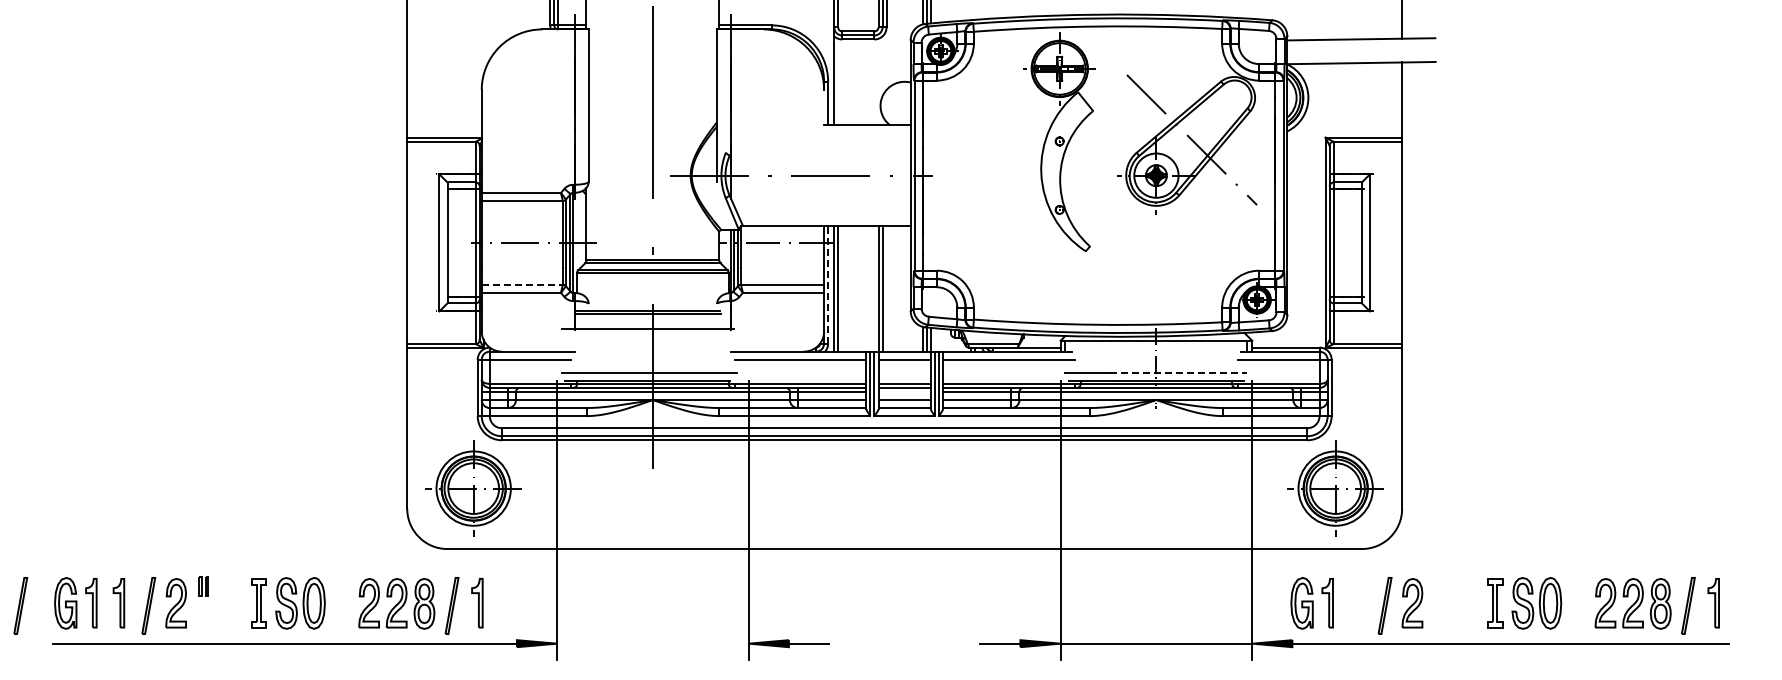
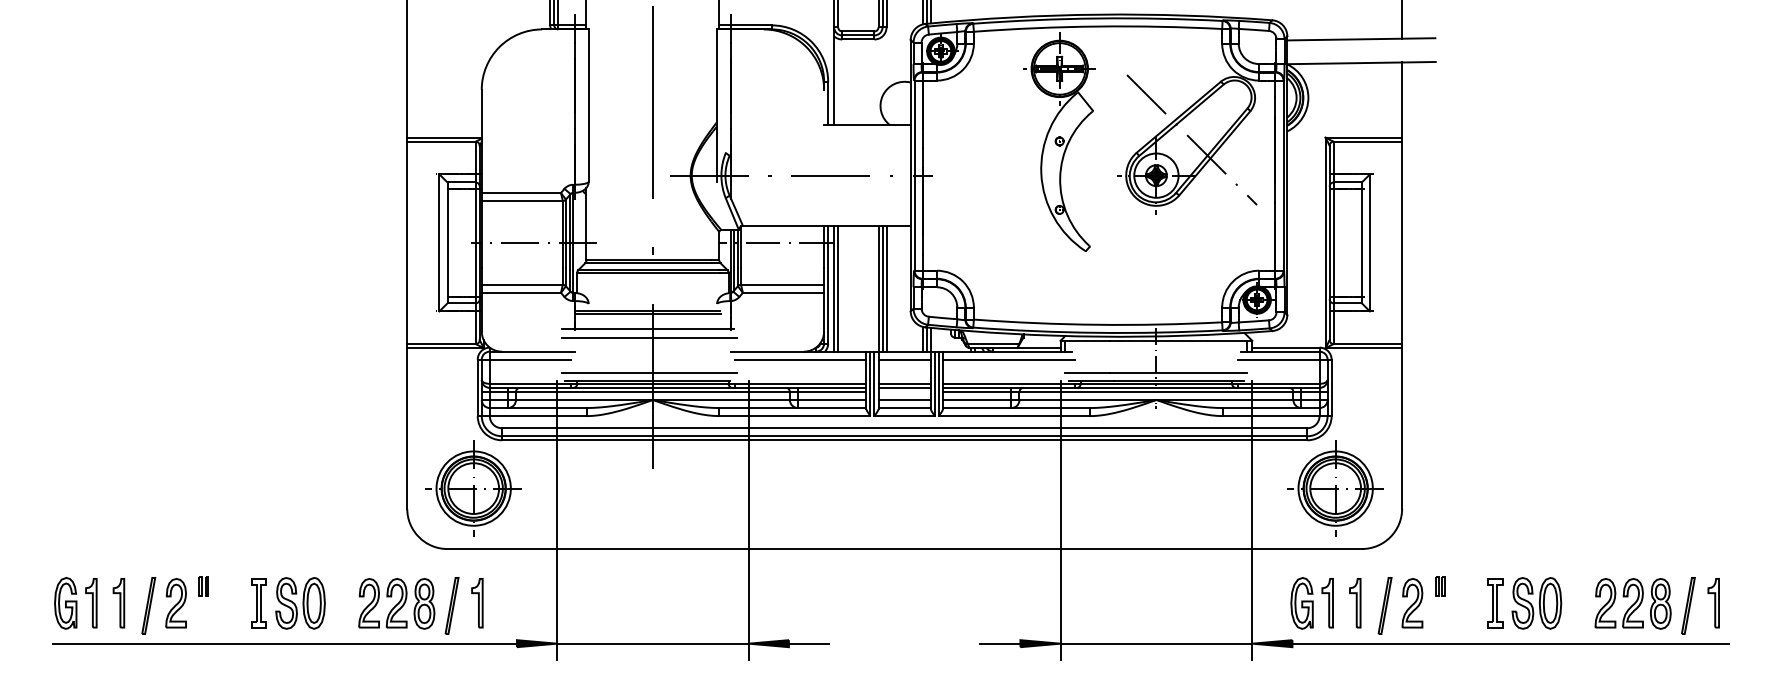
line at (522, 284): dashed -> solid
line at (828, 284): dashed -> solid
line at (886, 288): none -> present
line at (649, 337): none -> present
line at (1179, 373): dashed -> solid
part at (1440, 586): none -> present
part at (1355, 603): none -> present
part at (20, 605): present -> none
line at (652, 643): none -> present
